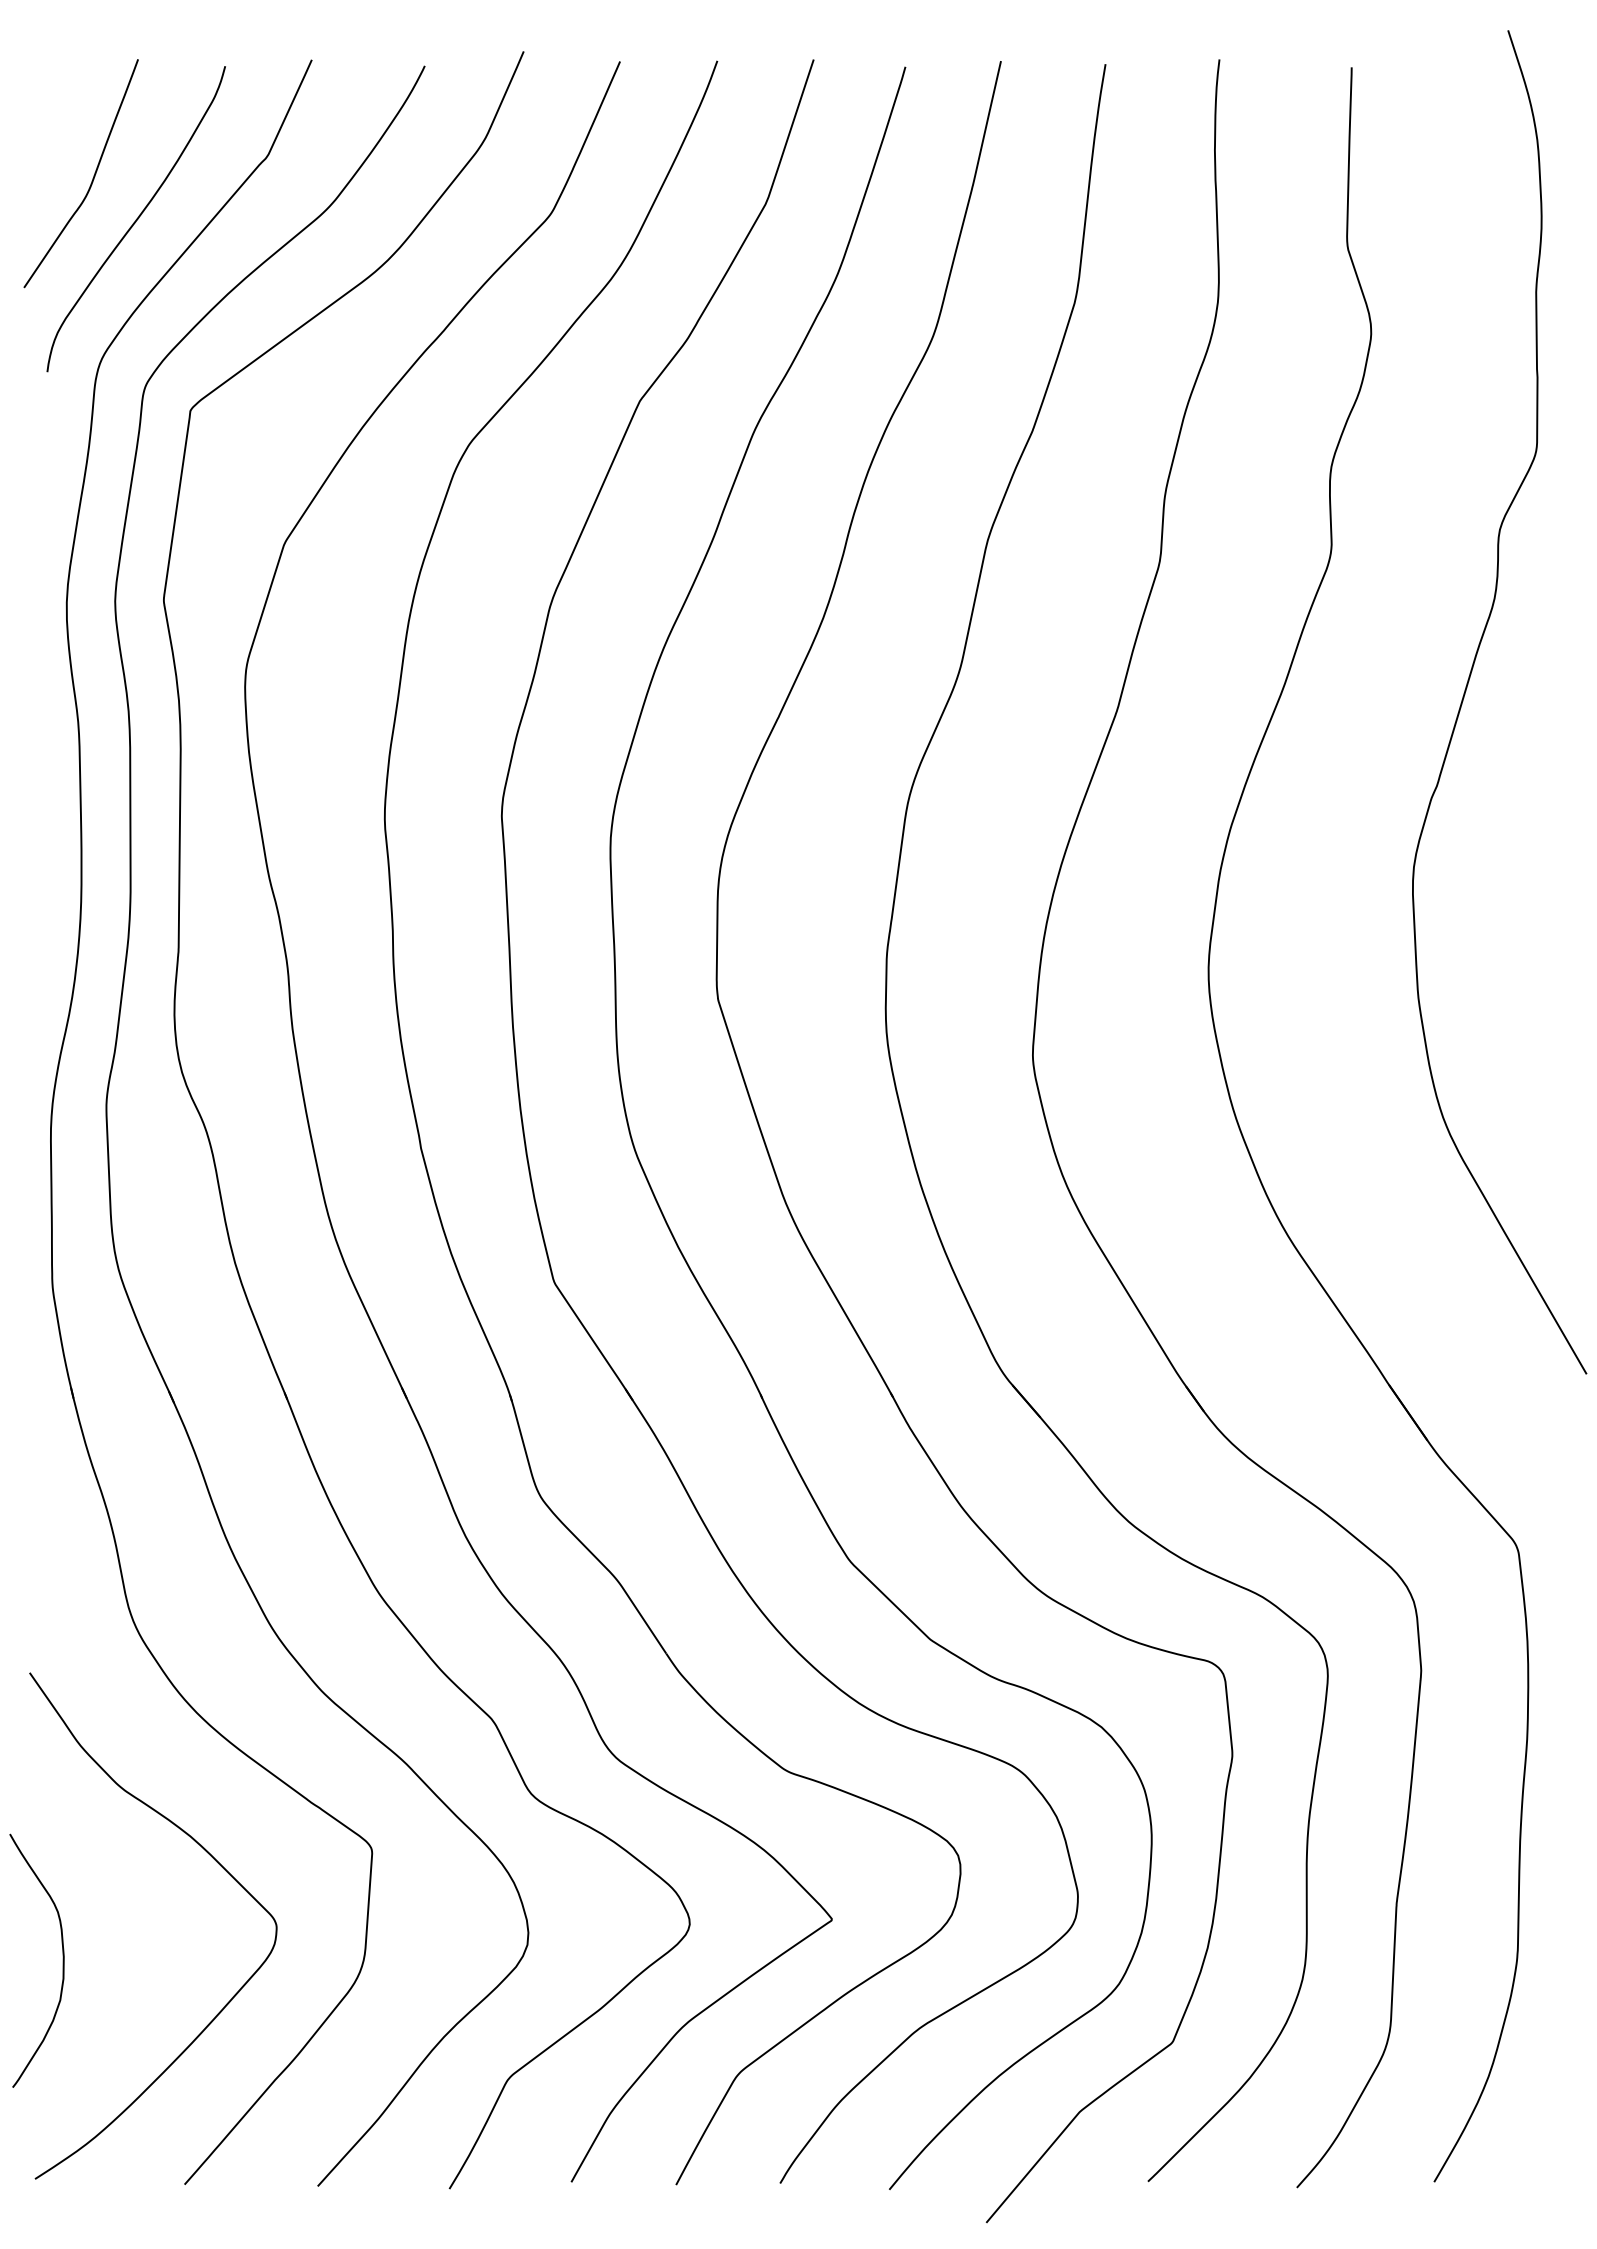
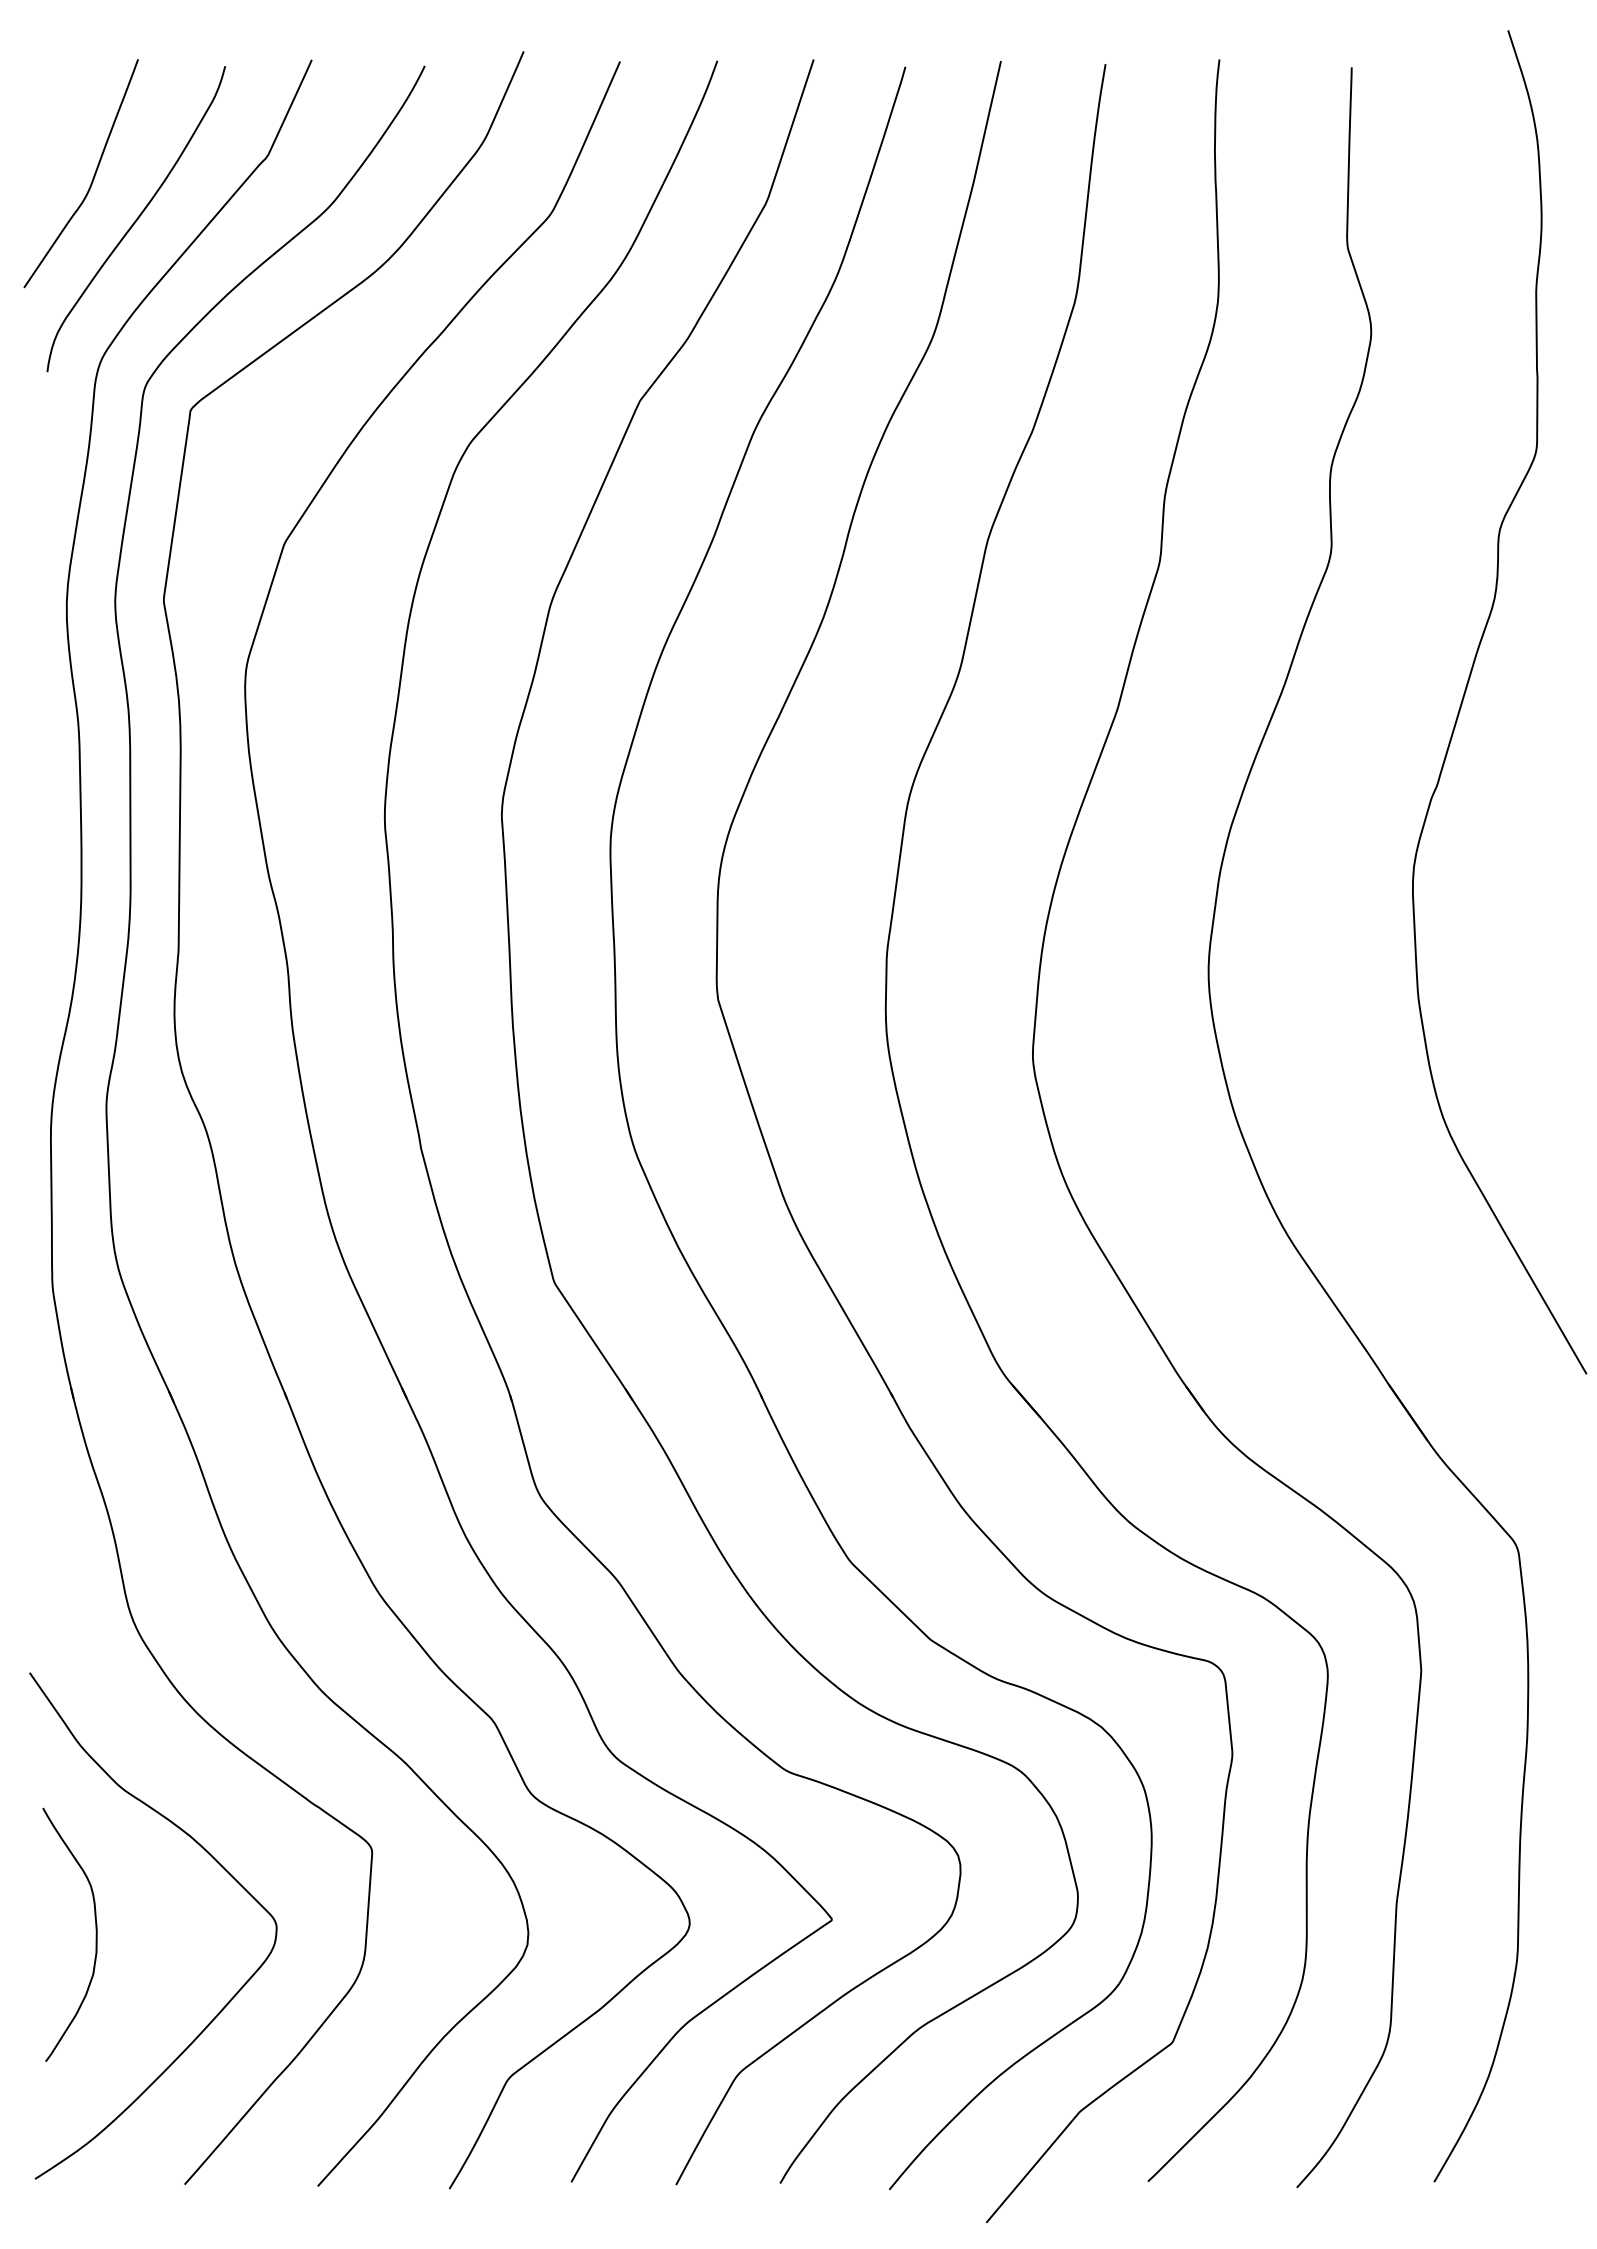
curve at (62, 1960) position: (62, 1960) -> (95, 1934)
